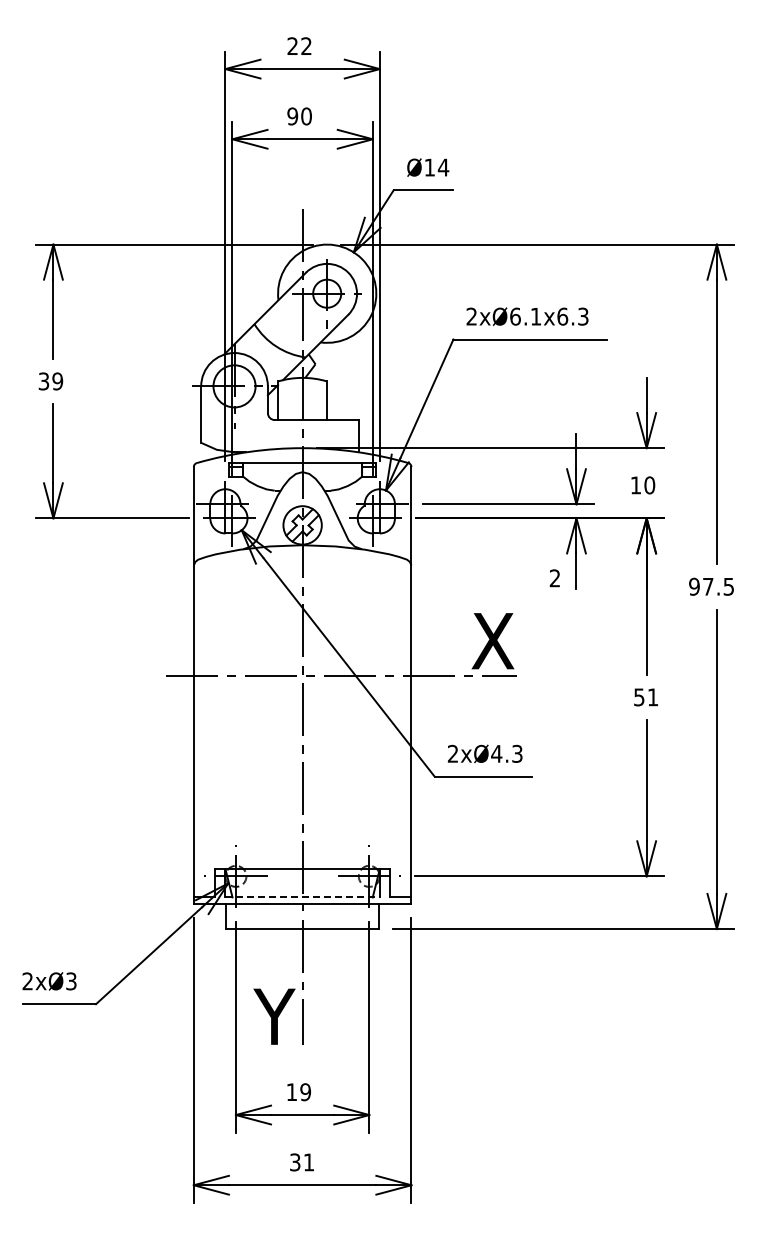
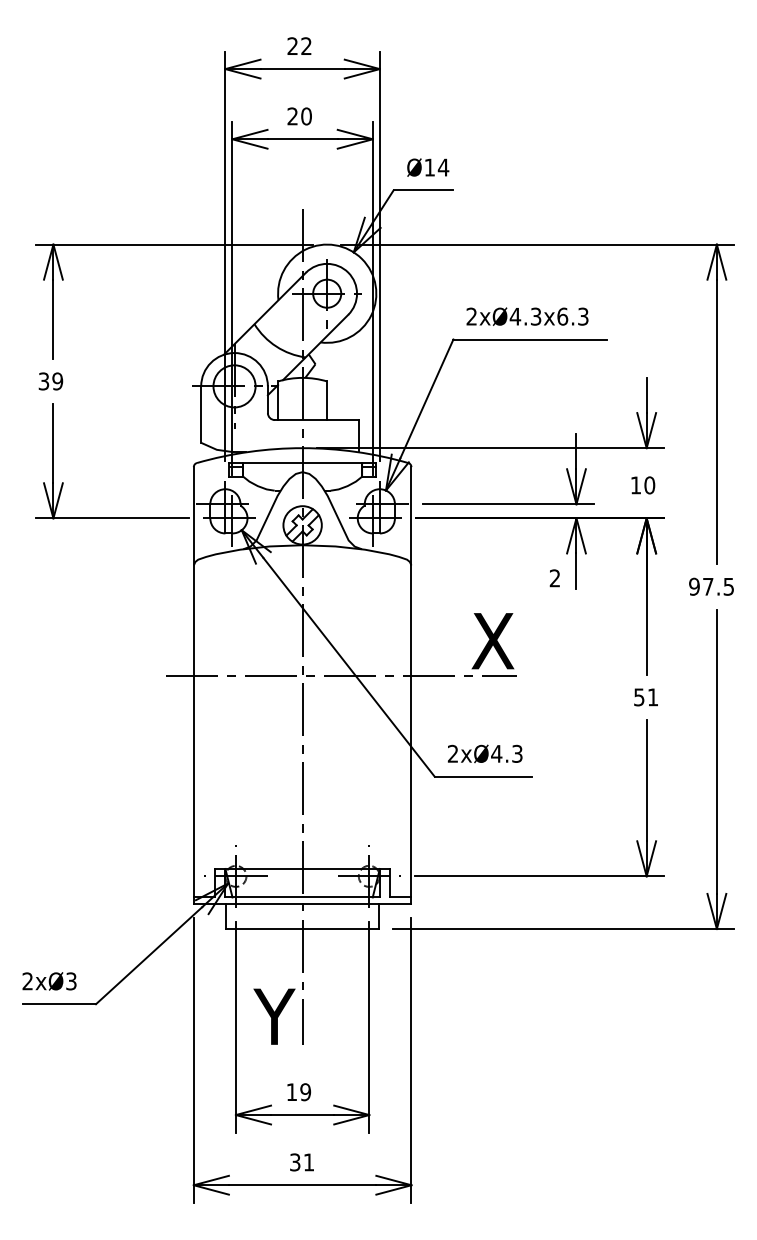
text at (292, 116): 90 -> 20
text at (525, 316): 2xØ6.1x6.3 -> 2xØ4.3x6.3
line at (303, 897): dashed -> solid
